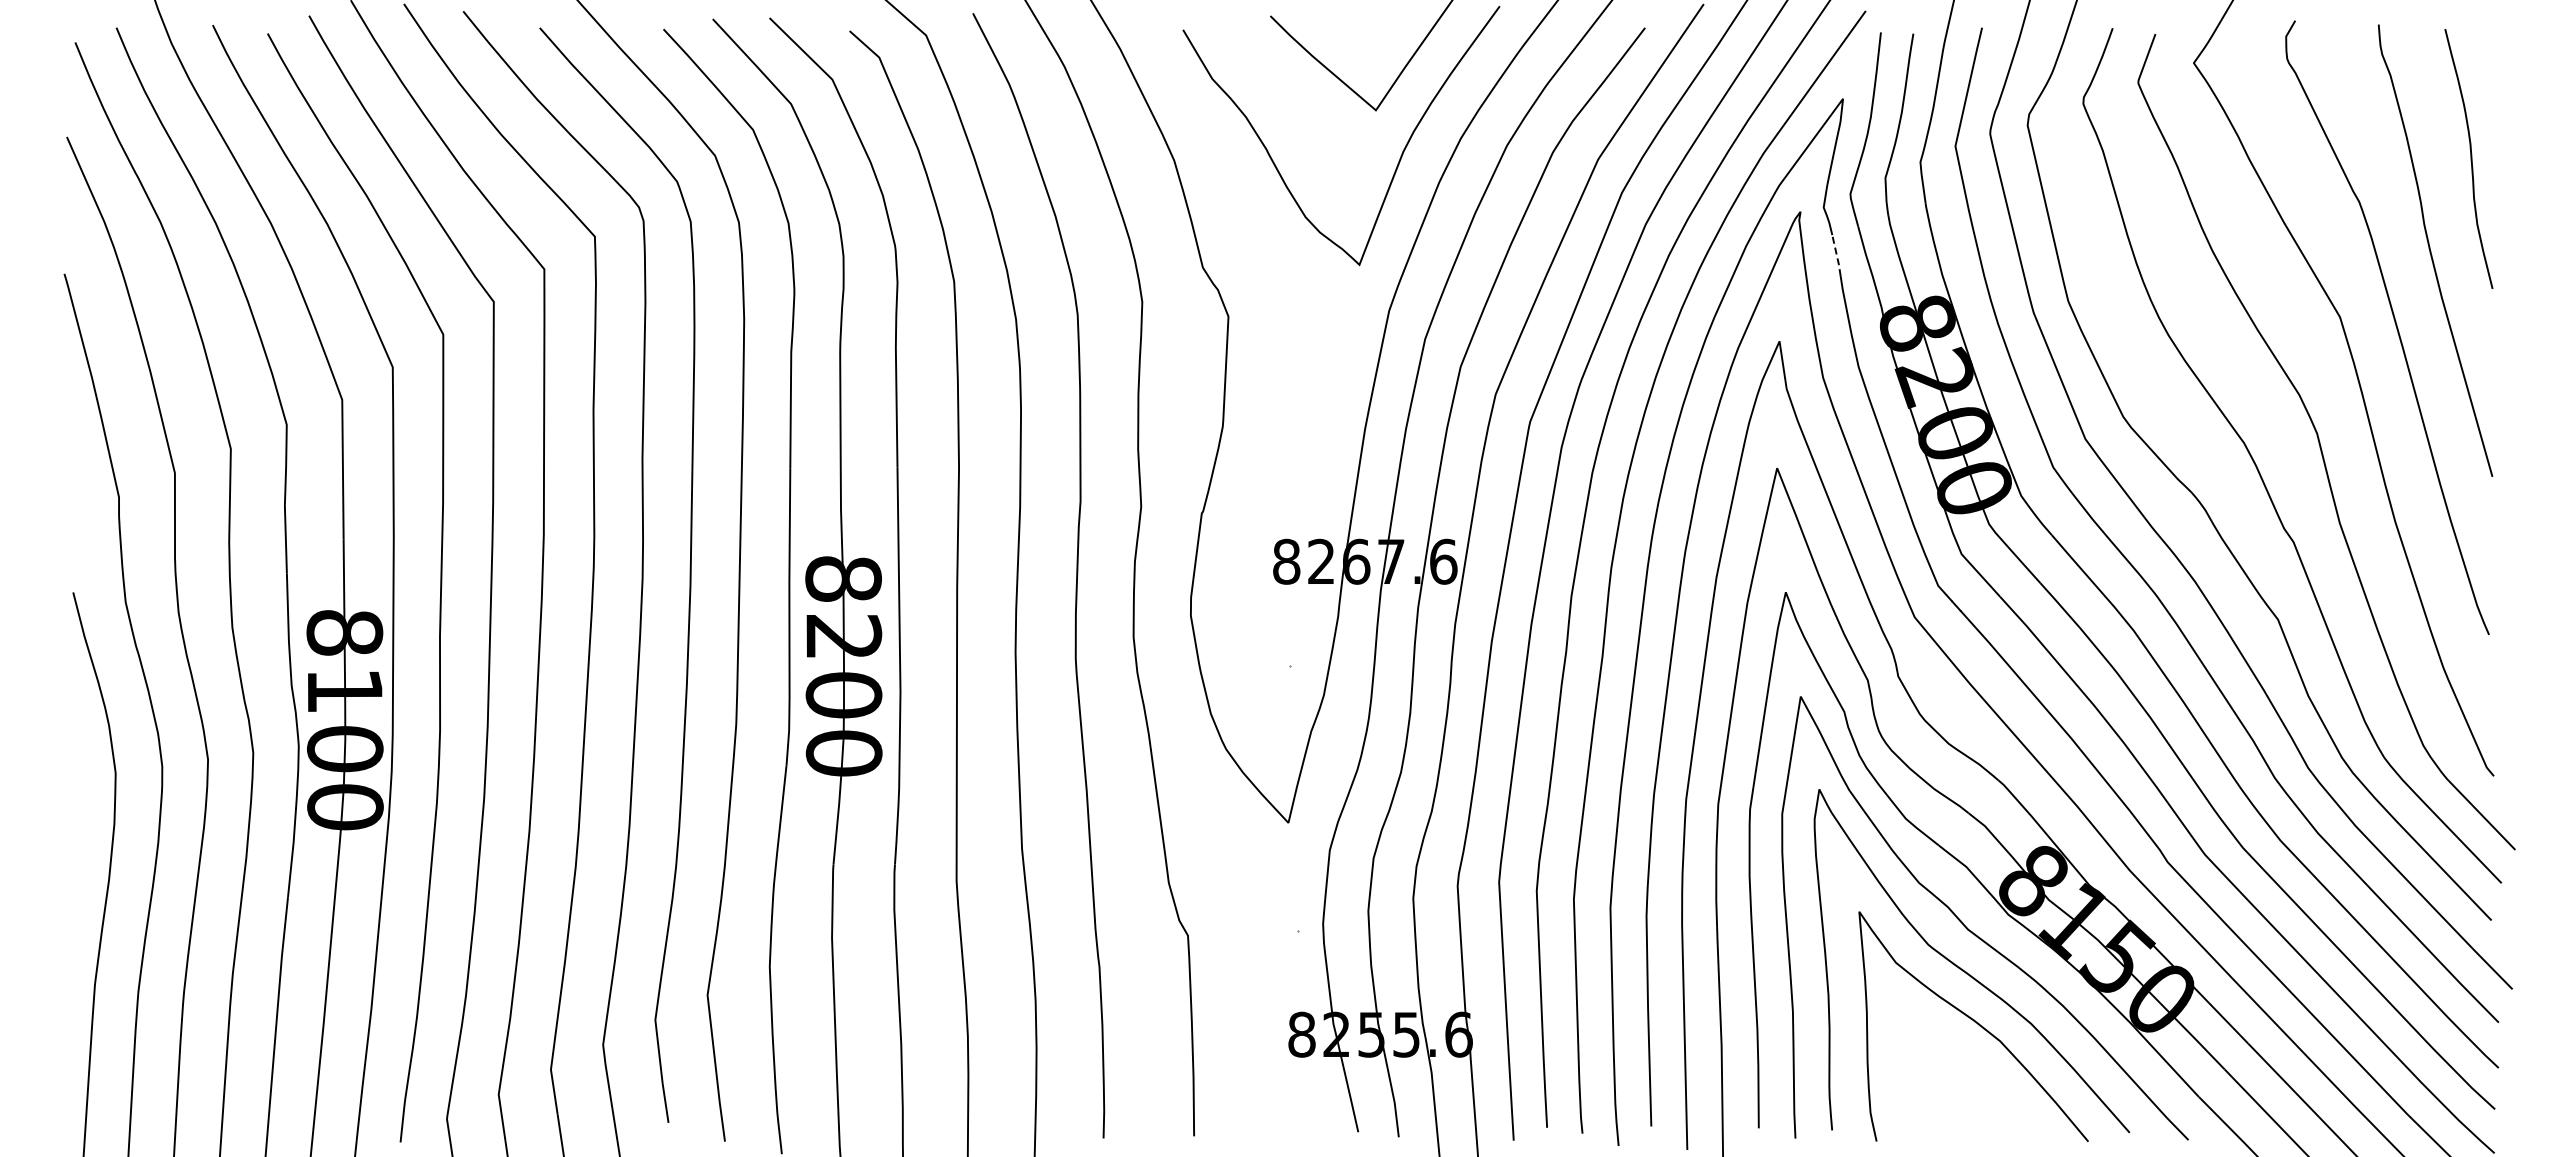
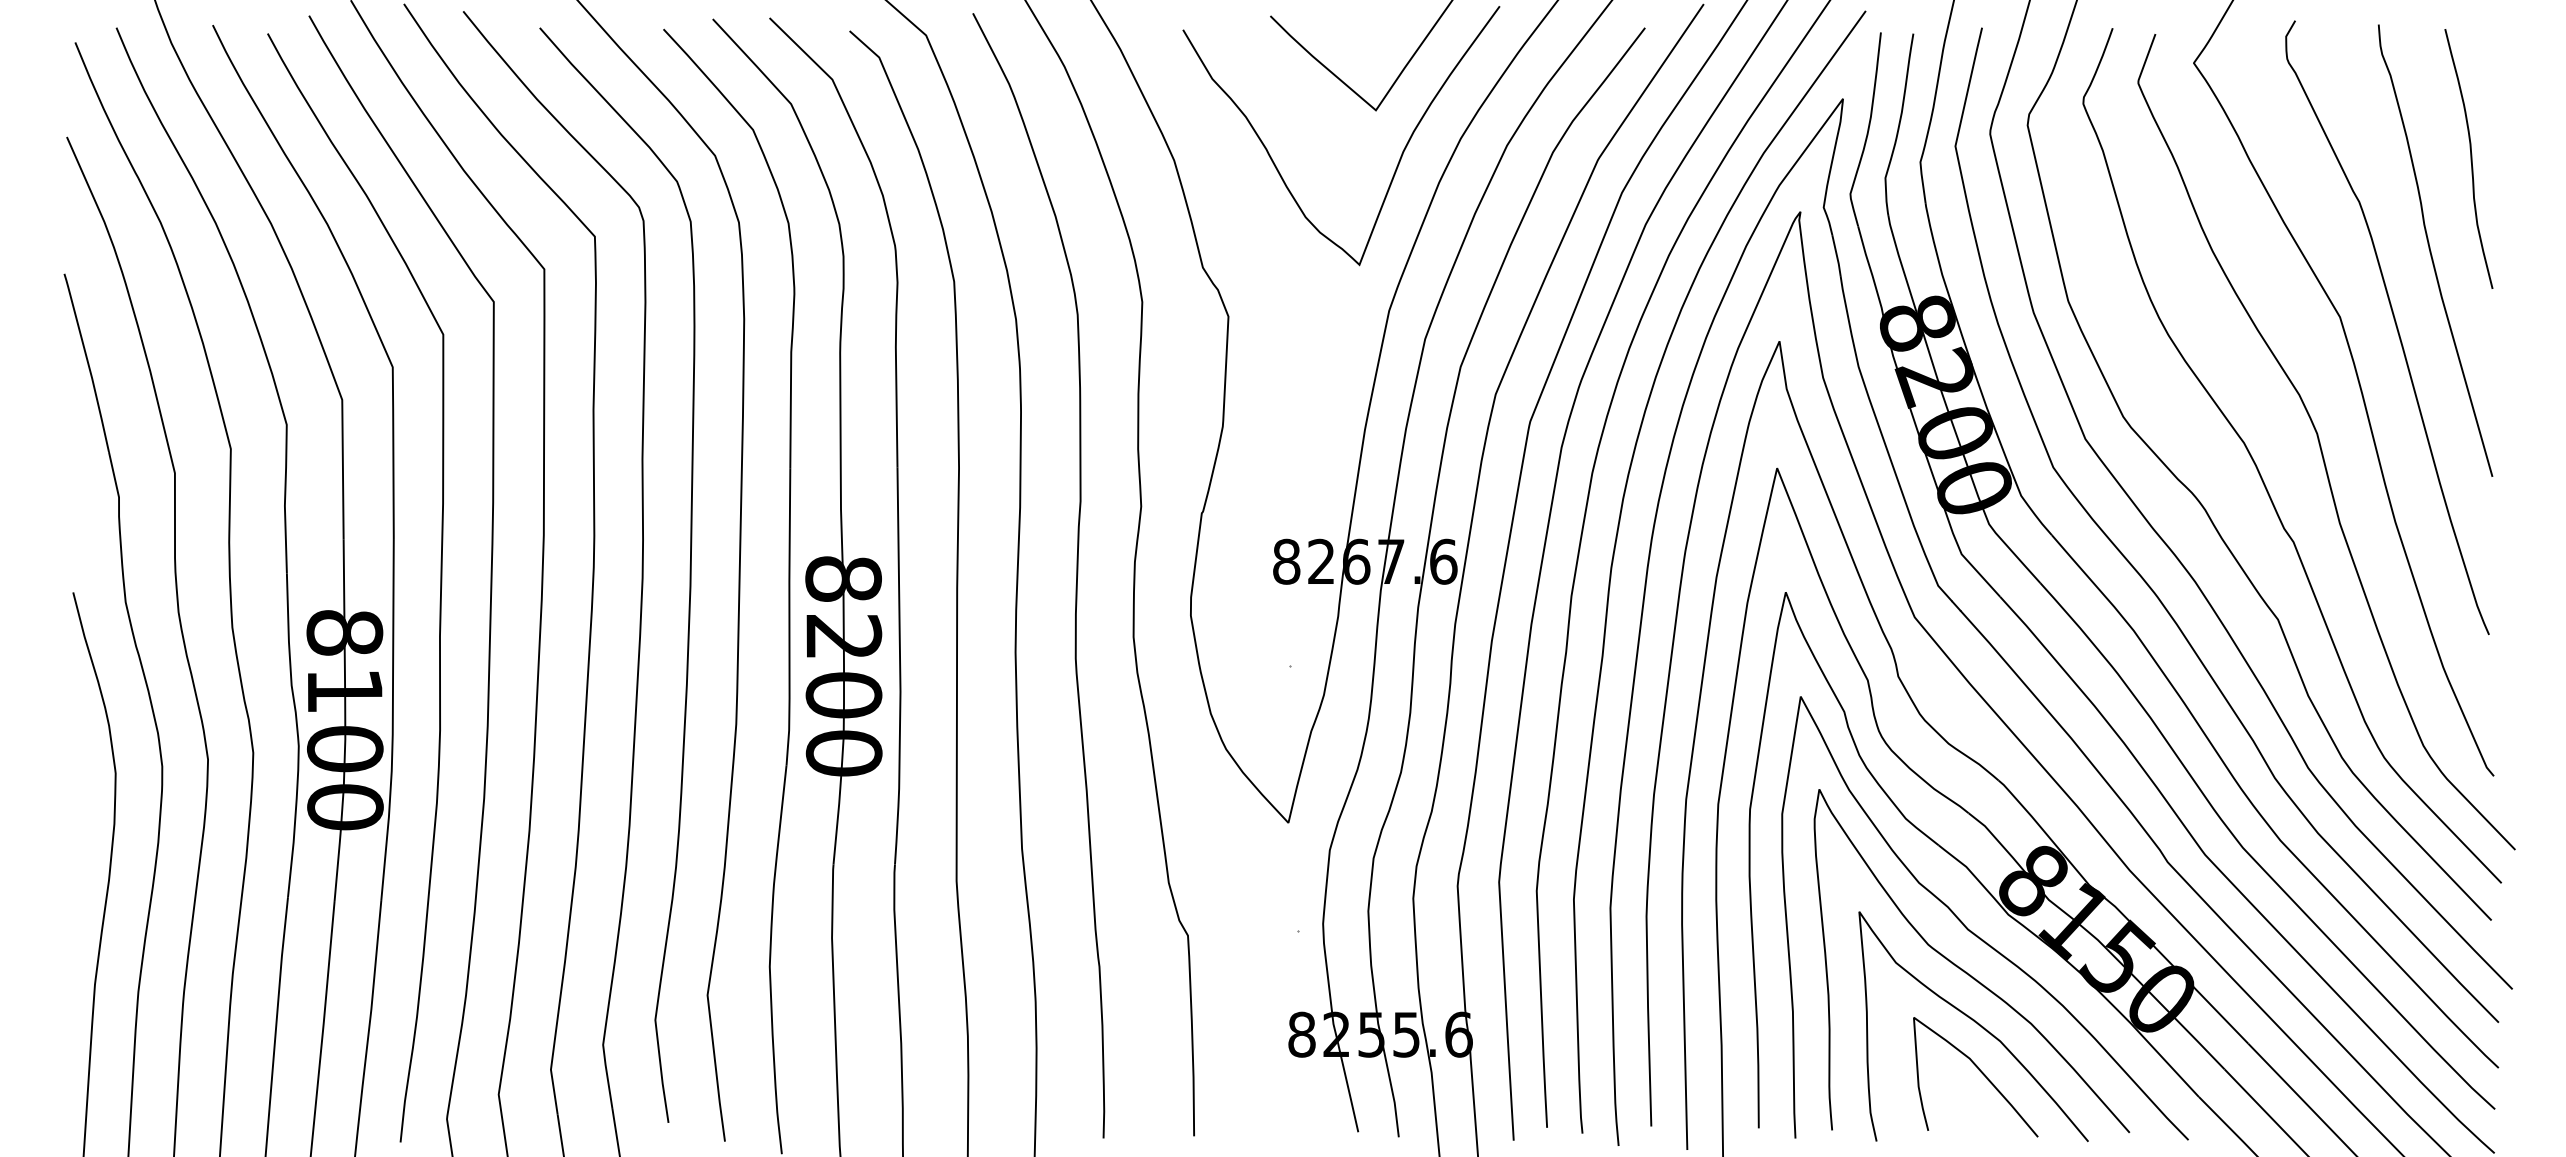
line at (1837, 256): dashed -> solid
curve at (1980, 1072): none -> present
